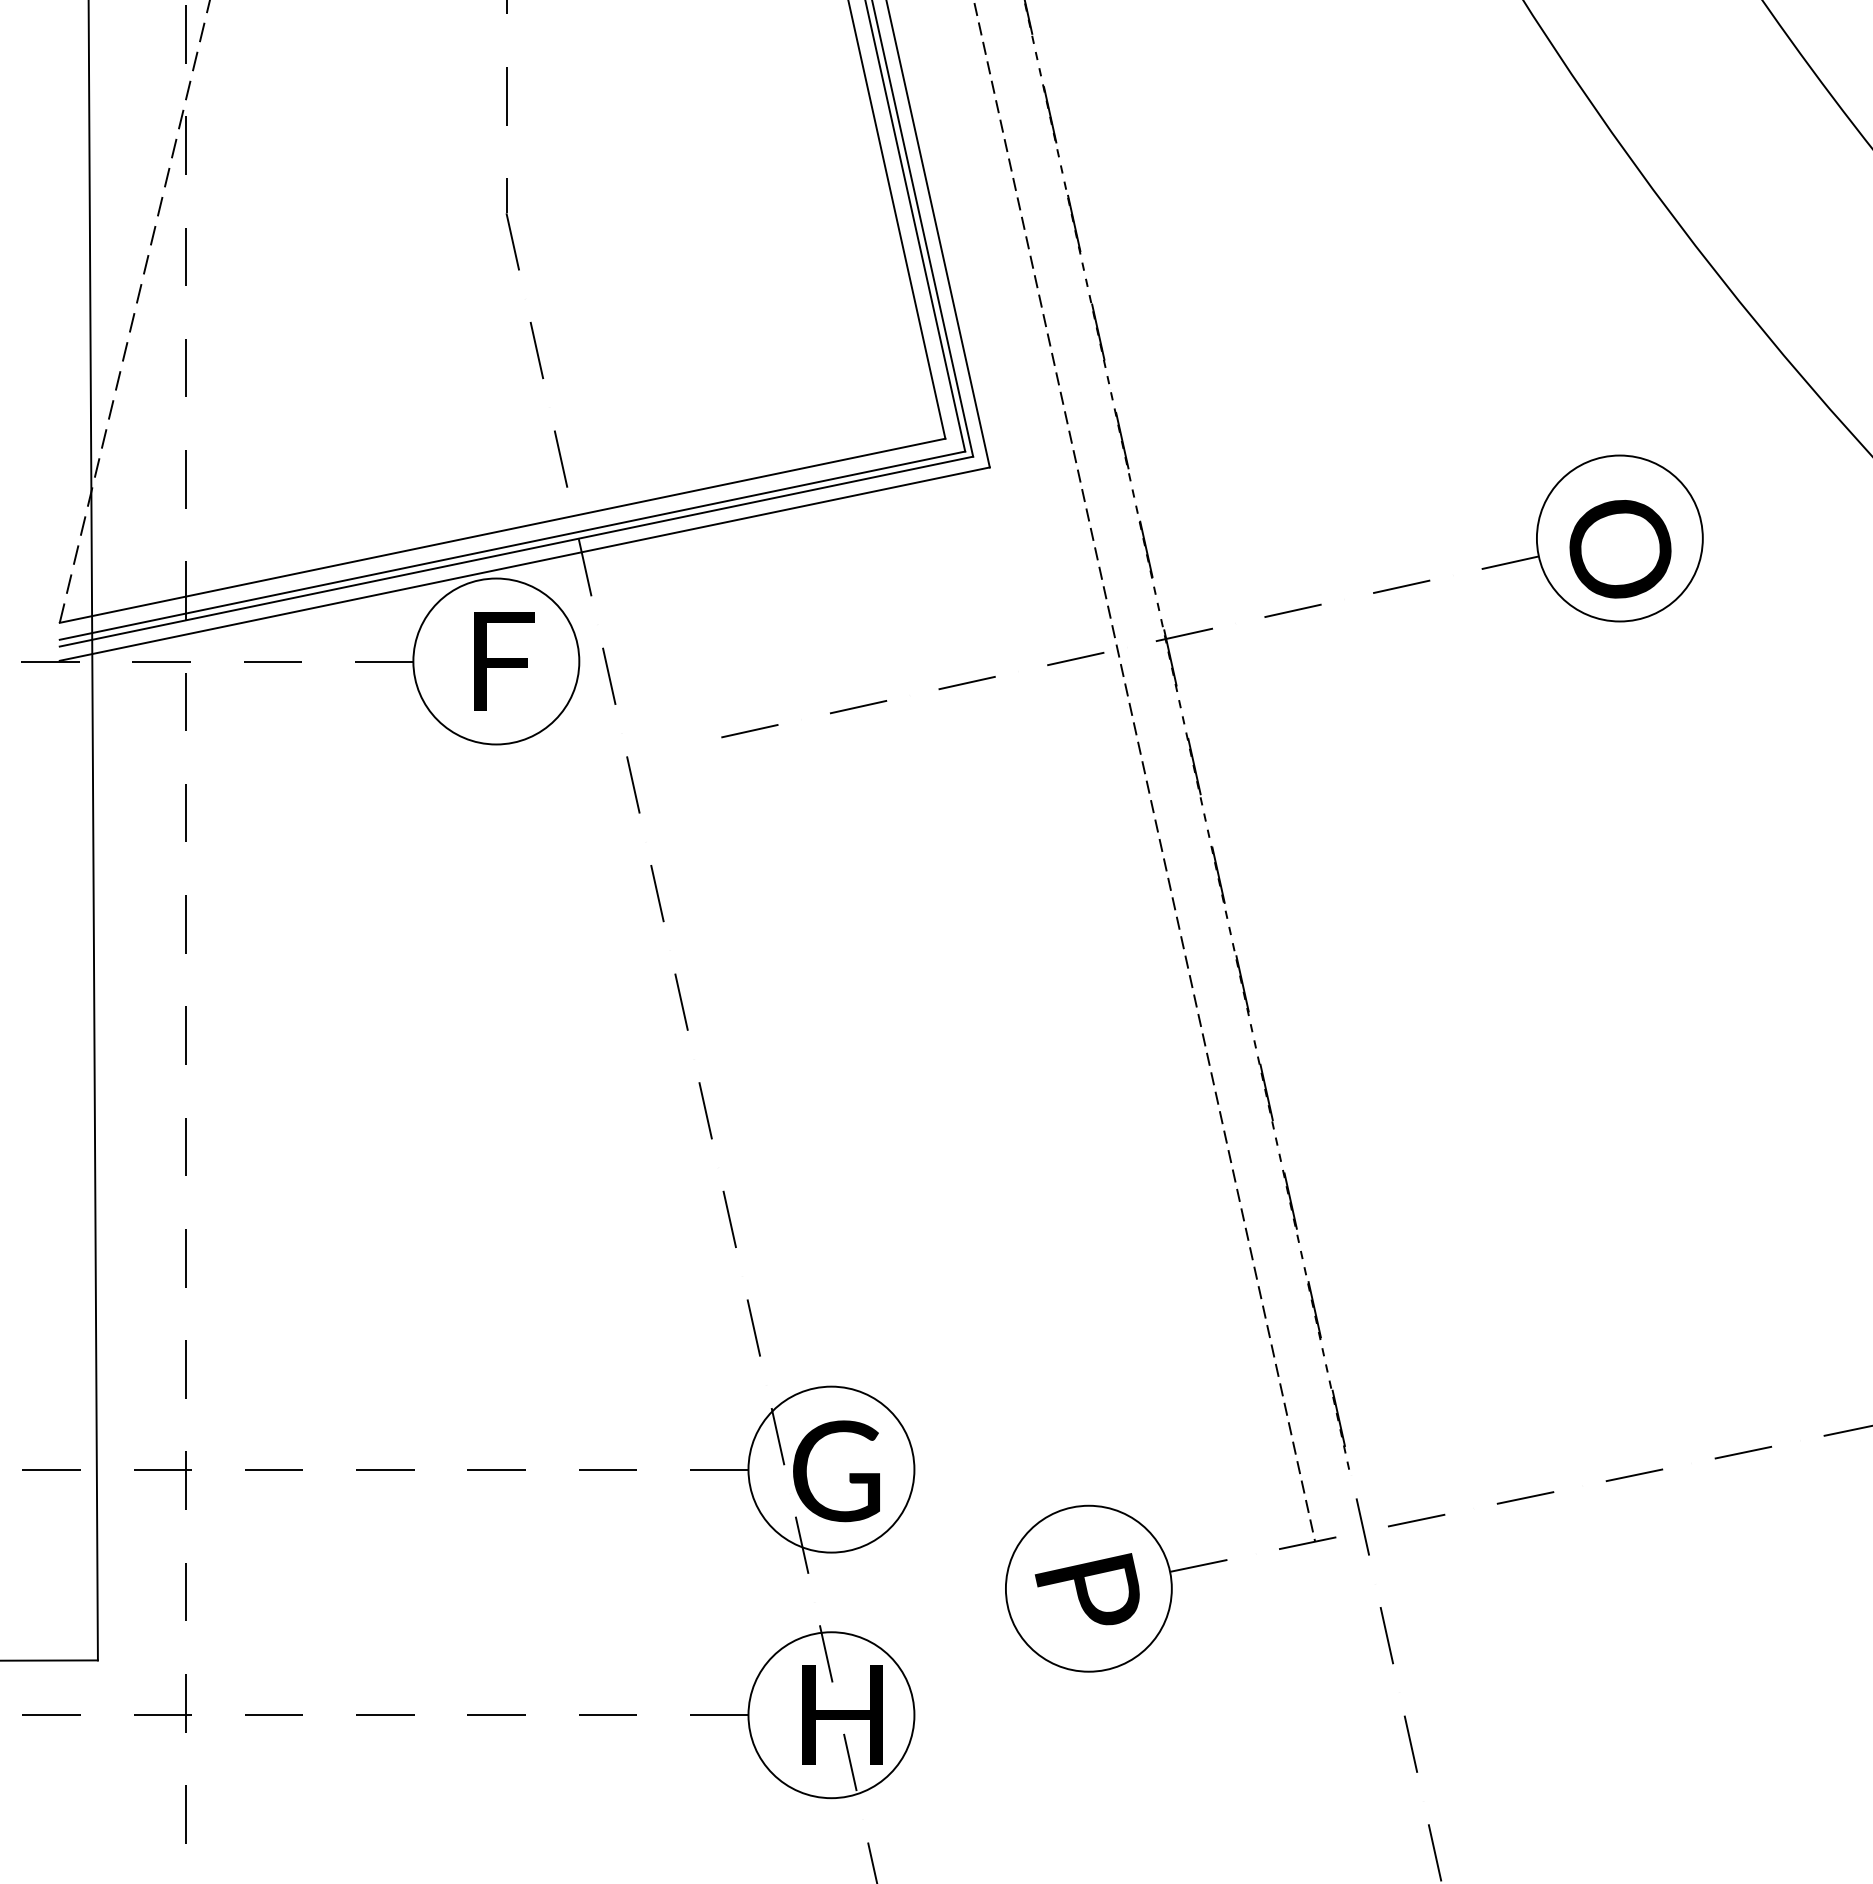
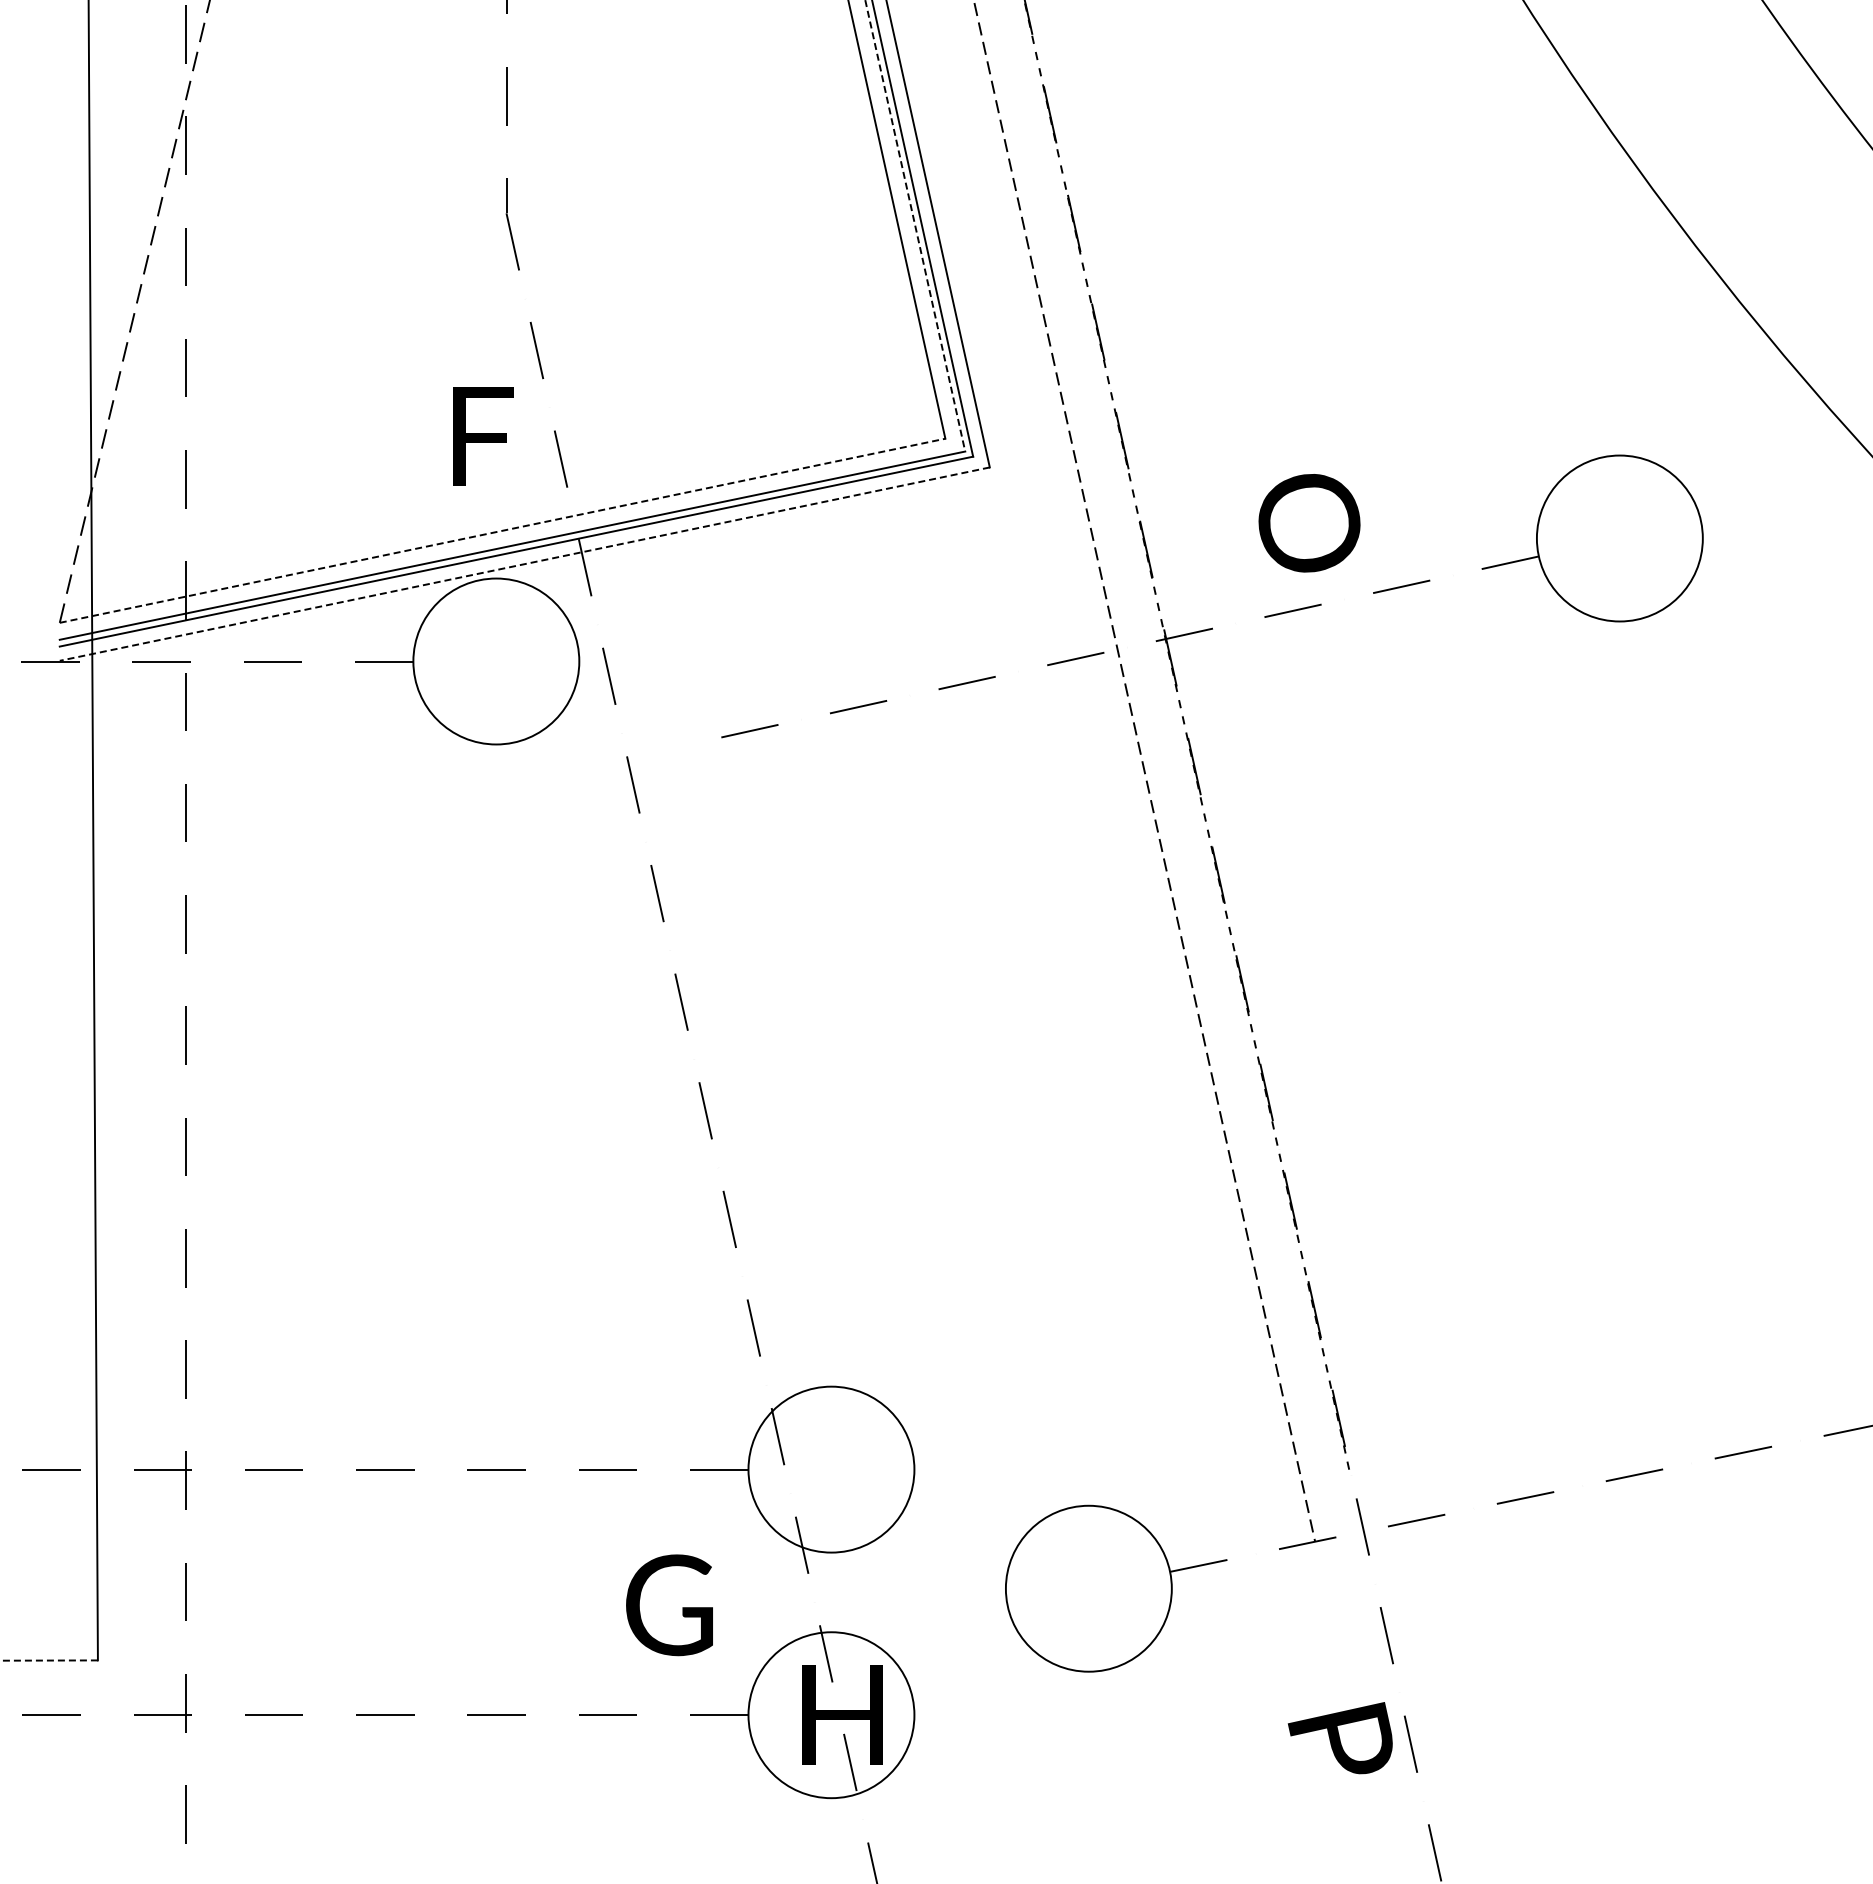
line at (915, 226): solid -> dashed
line at (503, 530): solid -> dashed
text at (1620, 549) position: (1620, 549) -> (1309, 523)
line at (524, 564): solid -> dashed
text at (504, 661) position: (504, 661) -> (483, 436)
text at (836, 1471) position: (836, 1471) -> (669, 1605)
text at (1086, 1589) position: (1086, 1589) -> (1339, 1738)
line at (48, 1660): solid -> dashed
